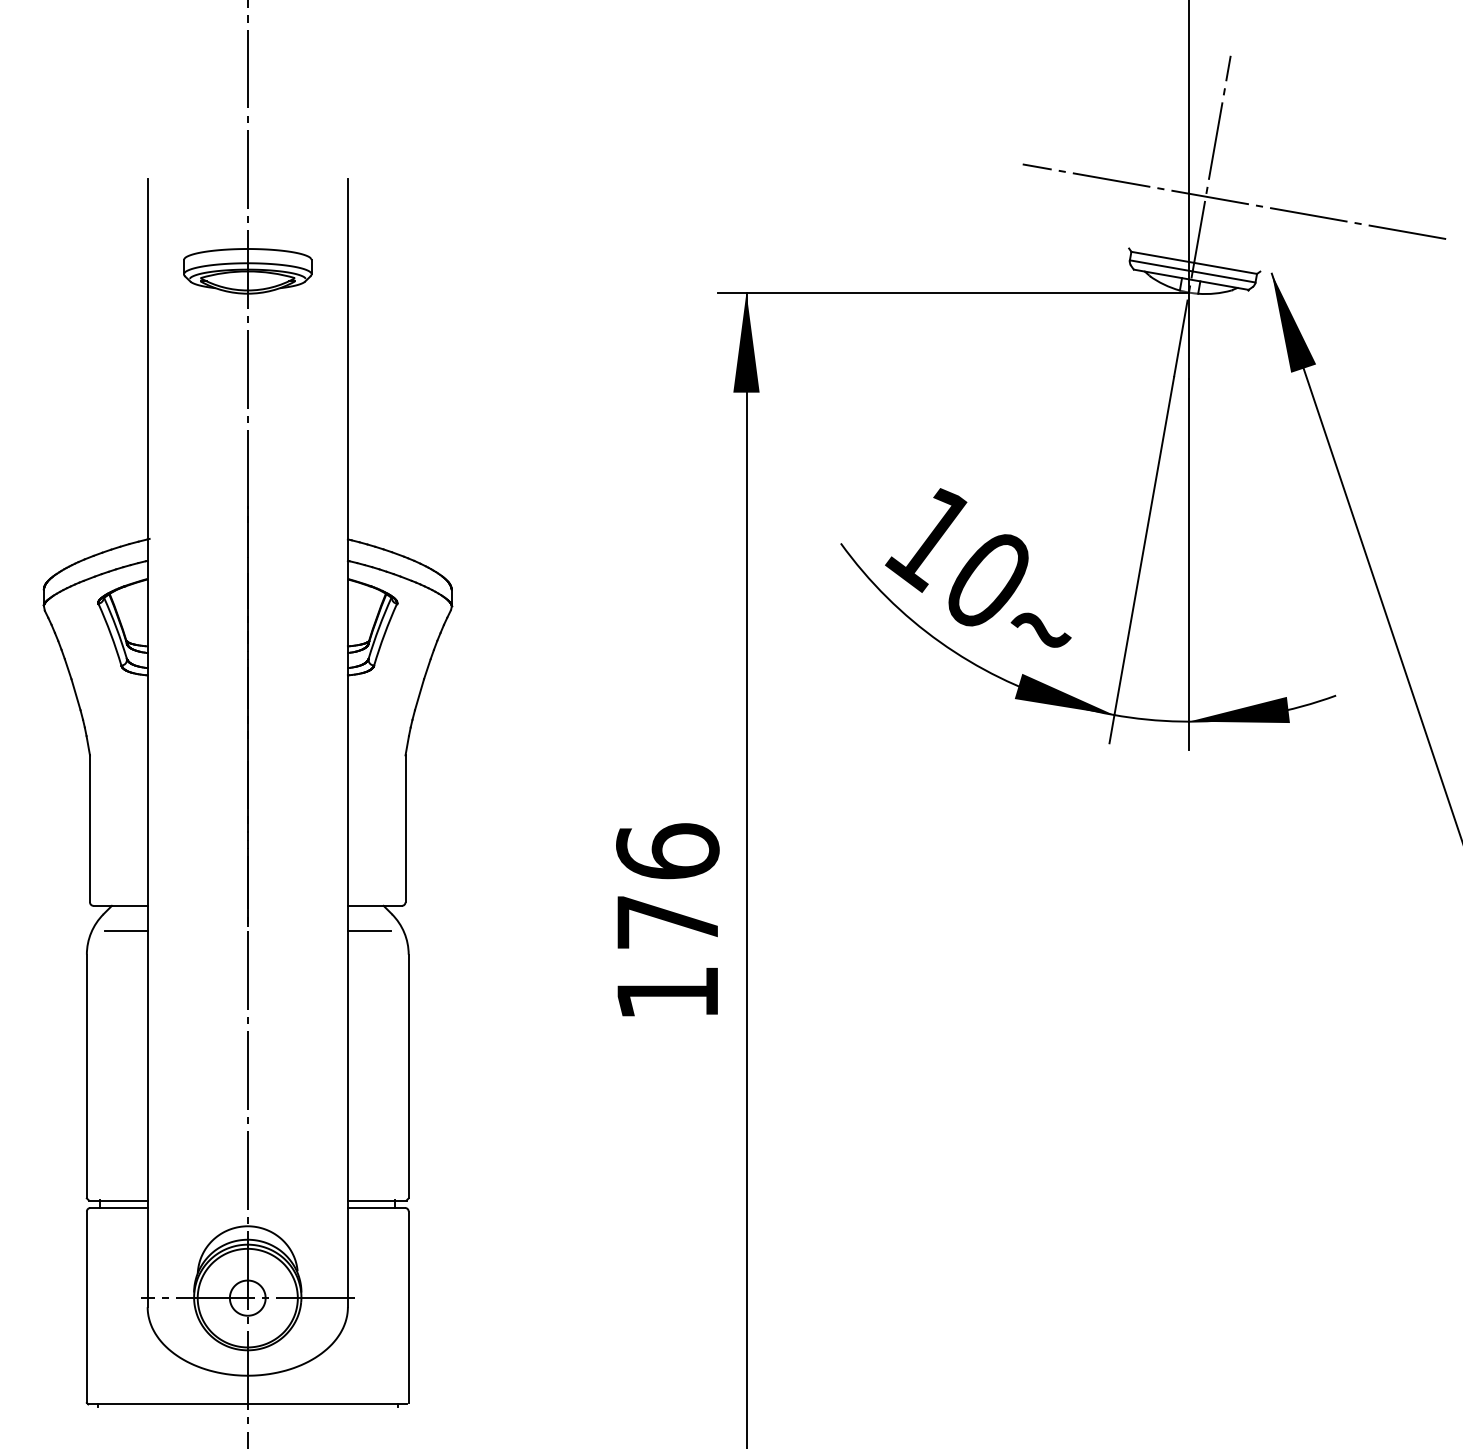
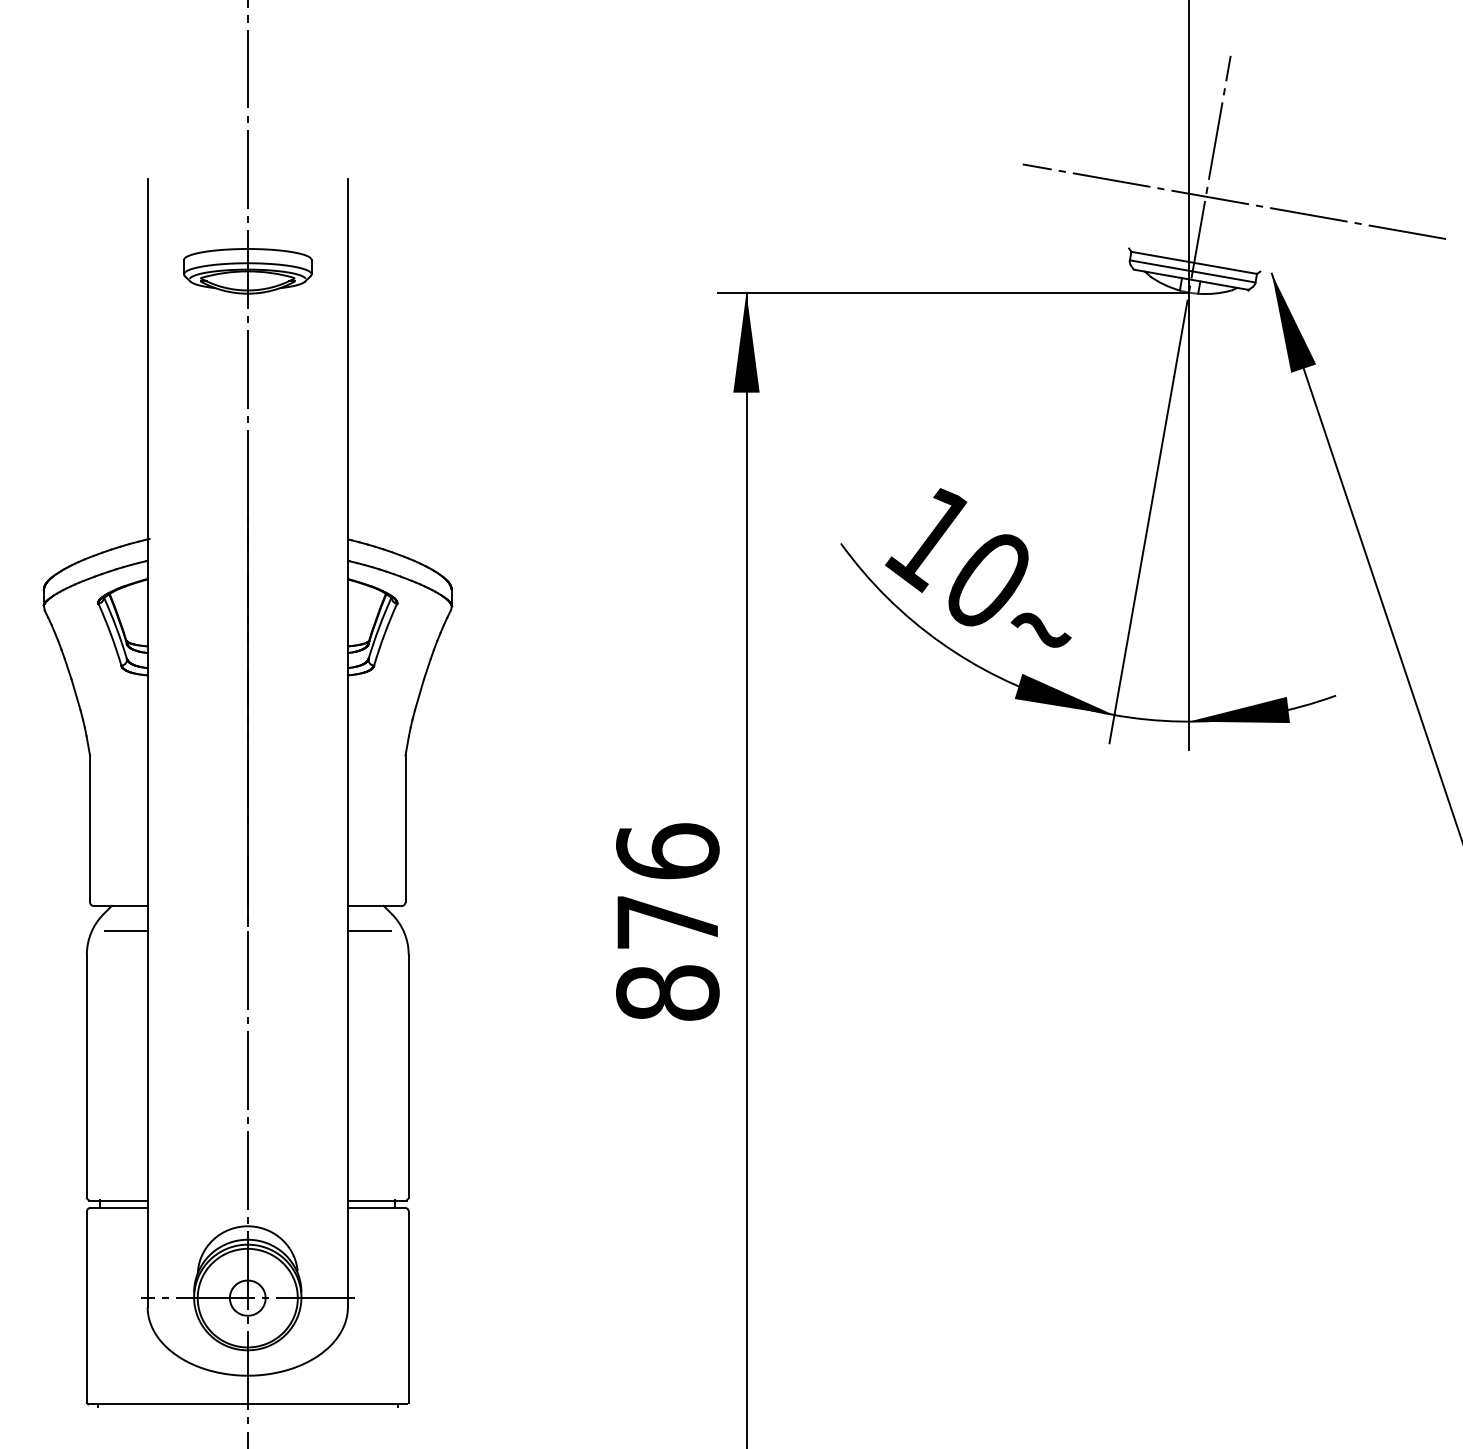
text at (667, 992): 176 -> 876
